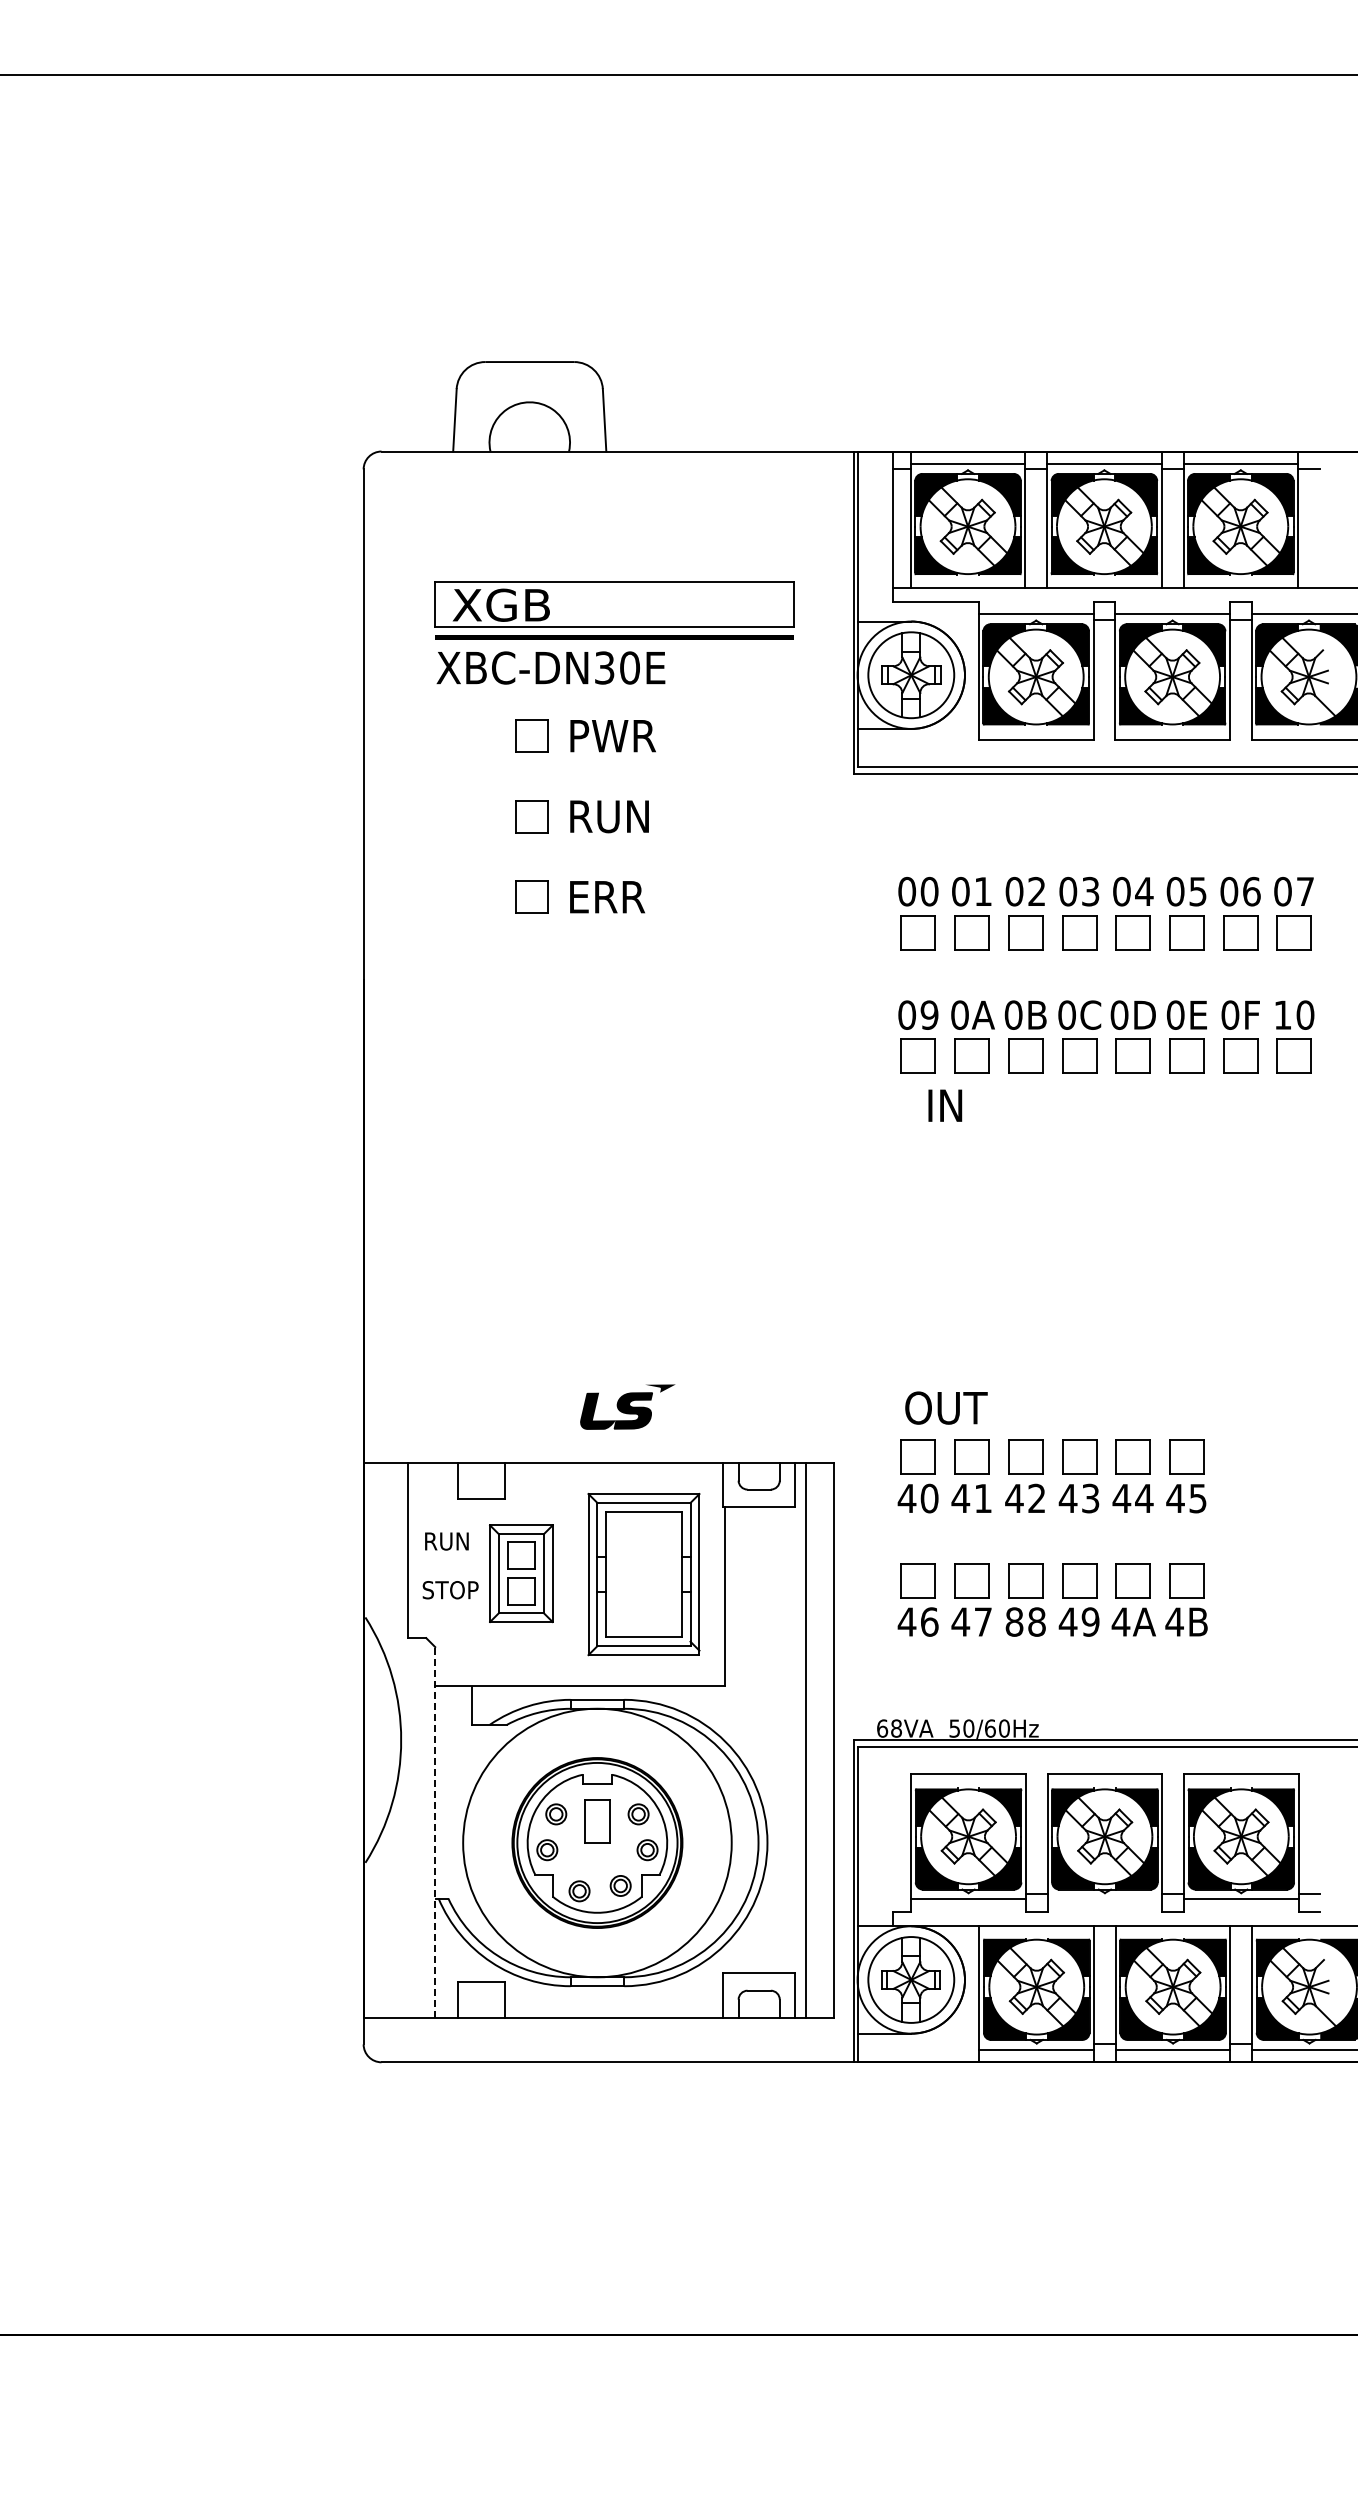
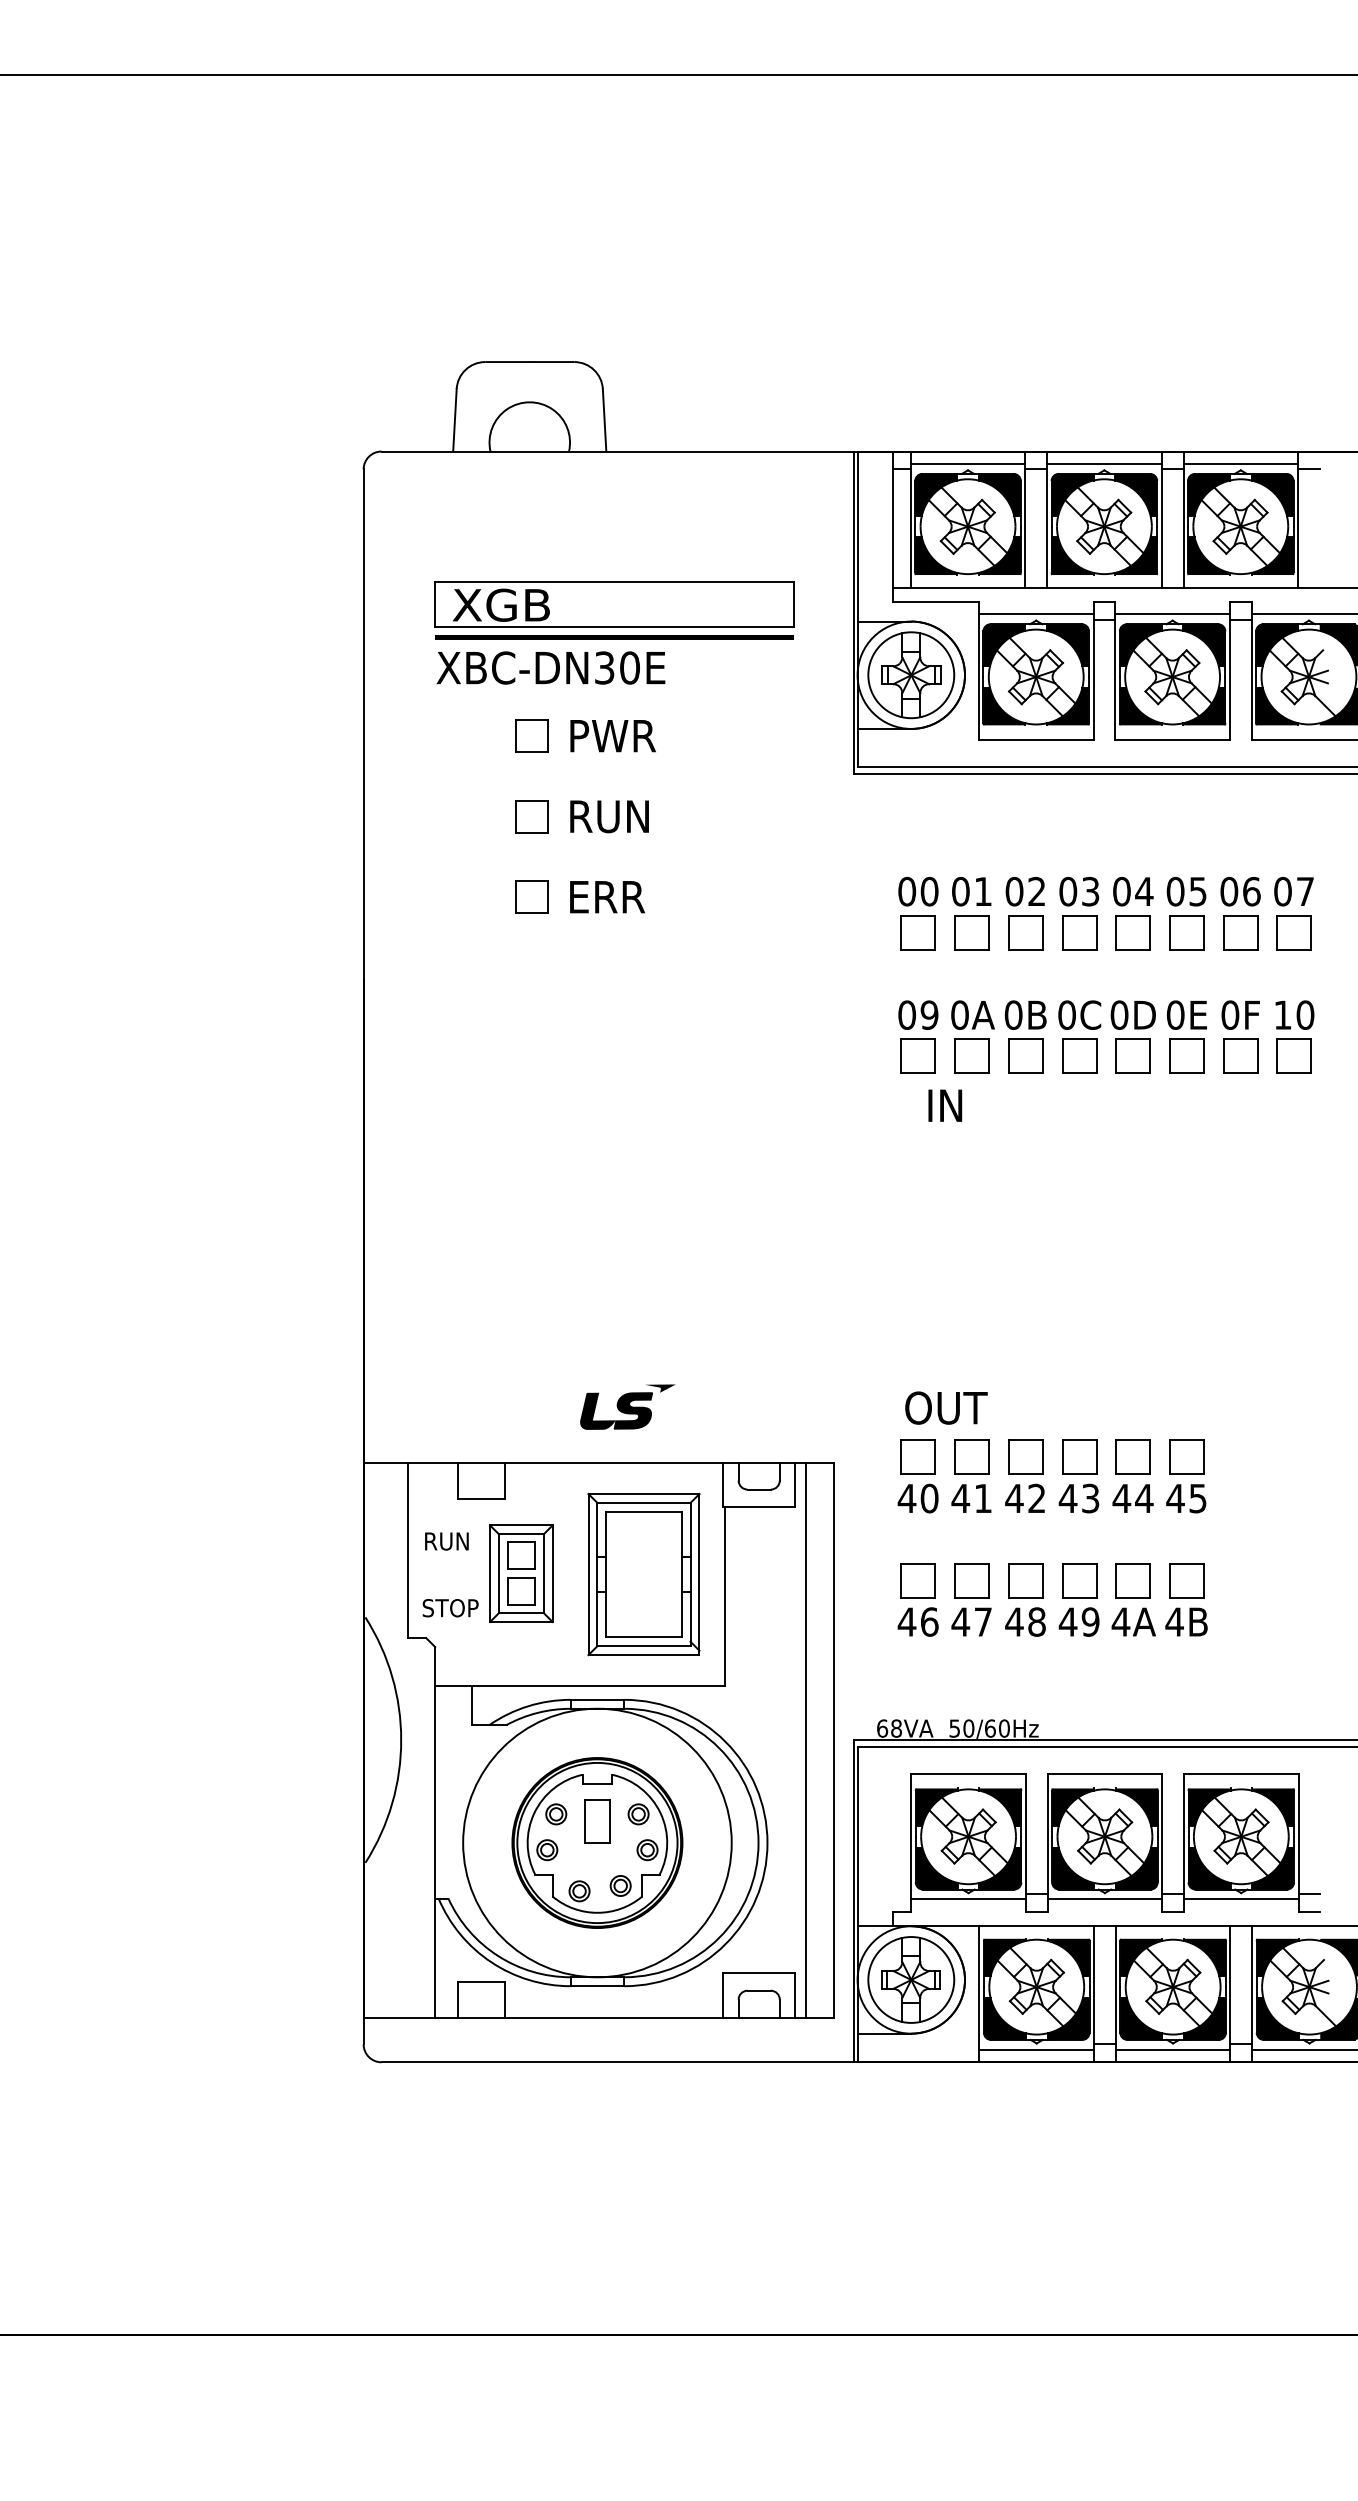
text at (450, 1590) position: (450, 1590) -> (450, 1608)
text at (1014, 1621): 88 -> 48
line at (435, 1831): dashed -> solid
line at (1104, 1899): none -> present
